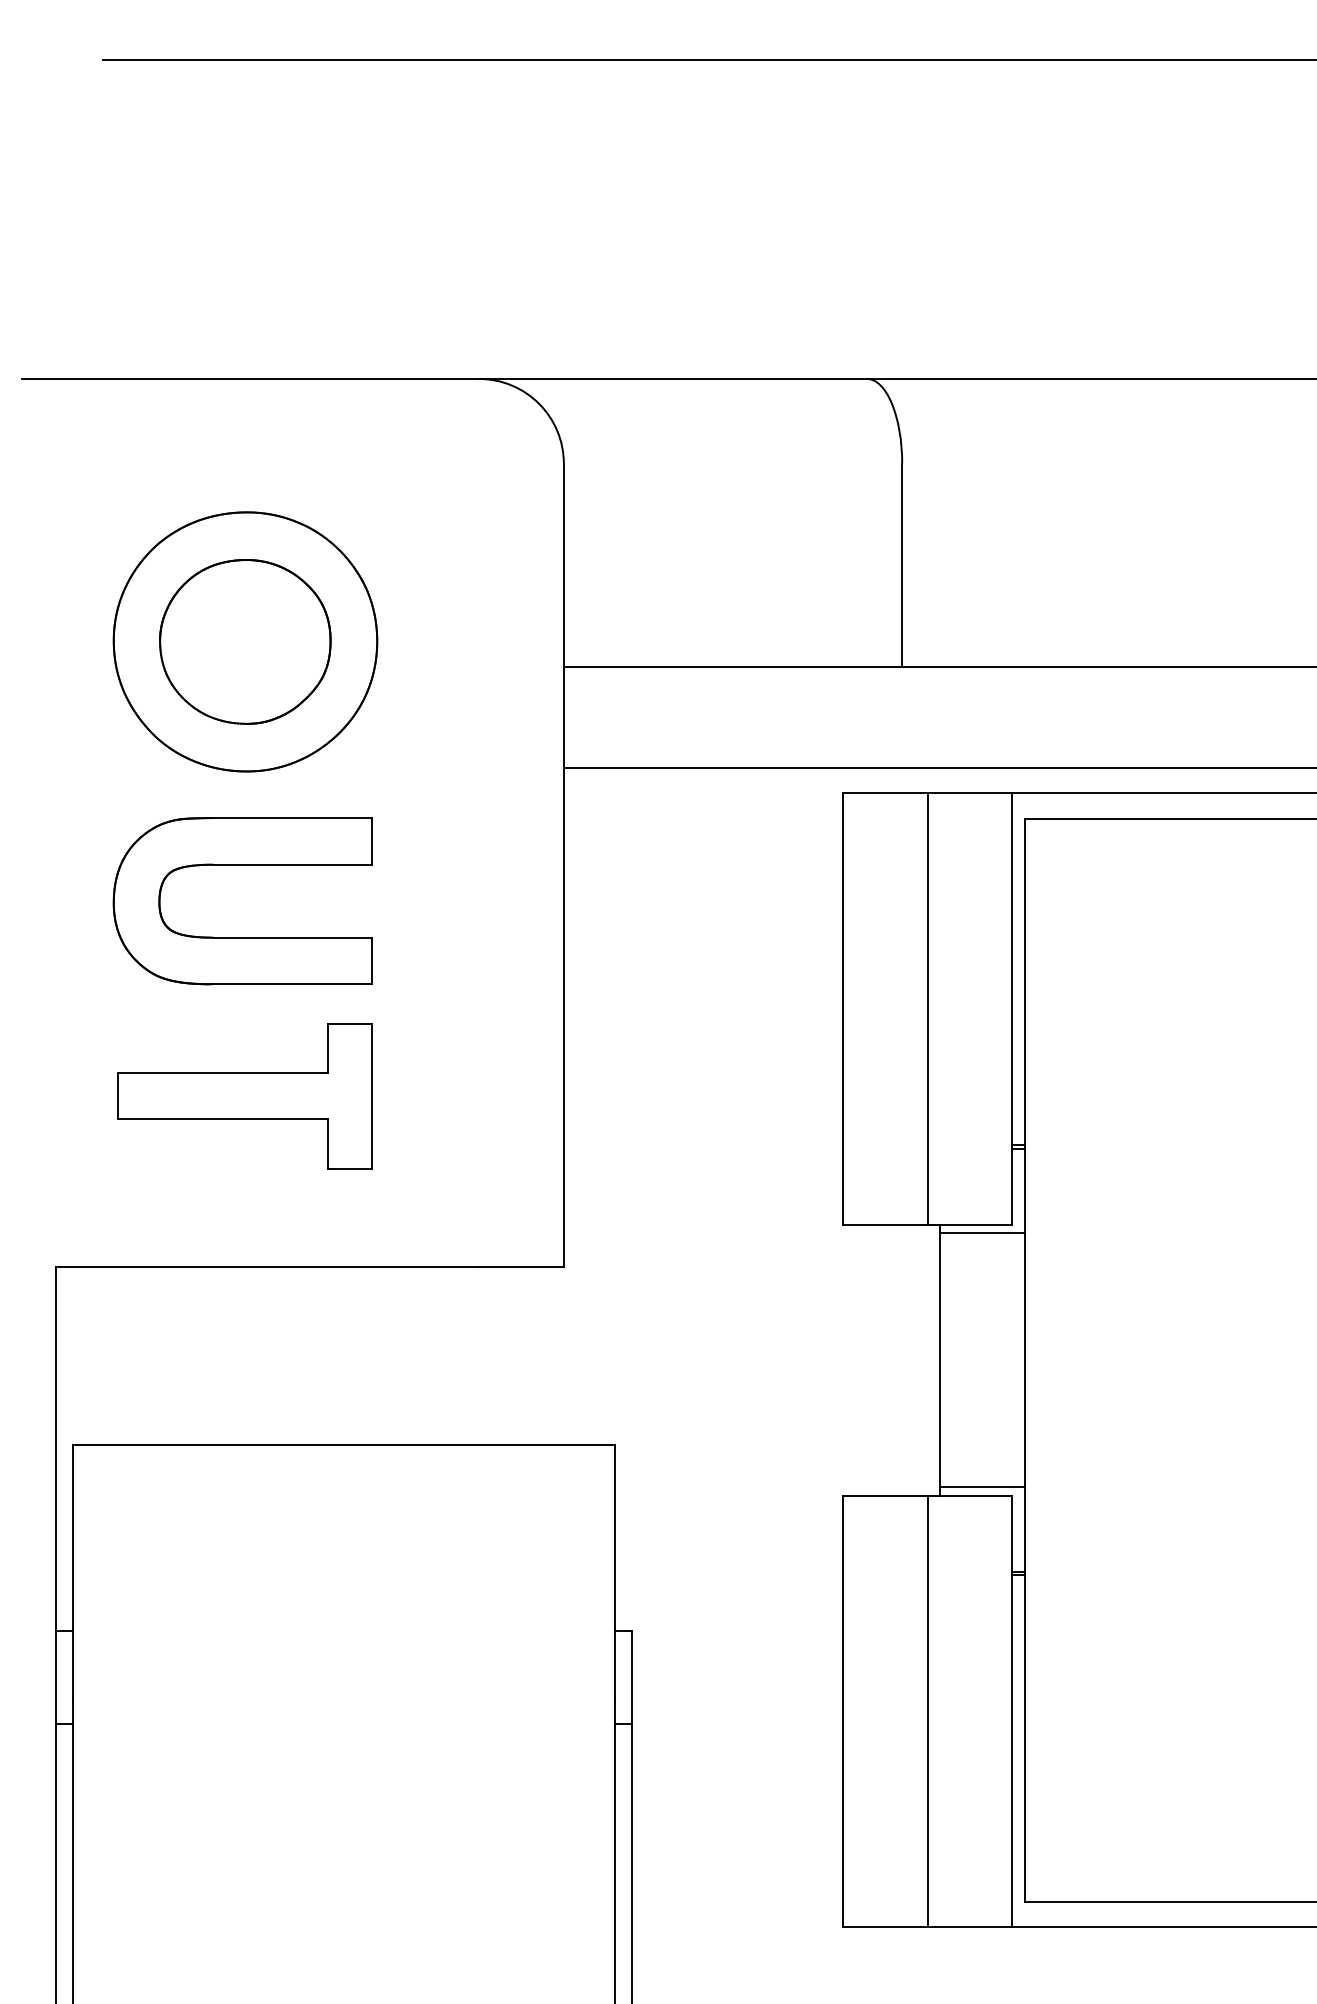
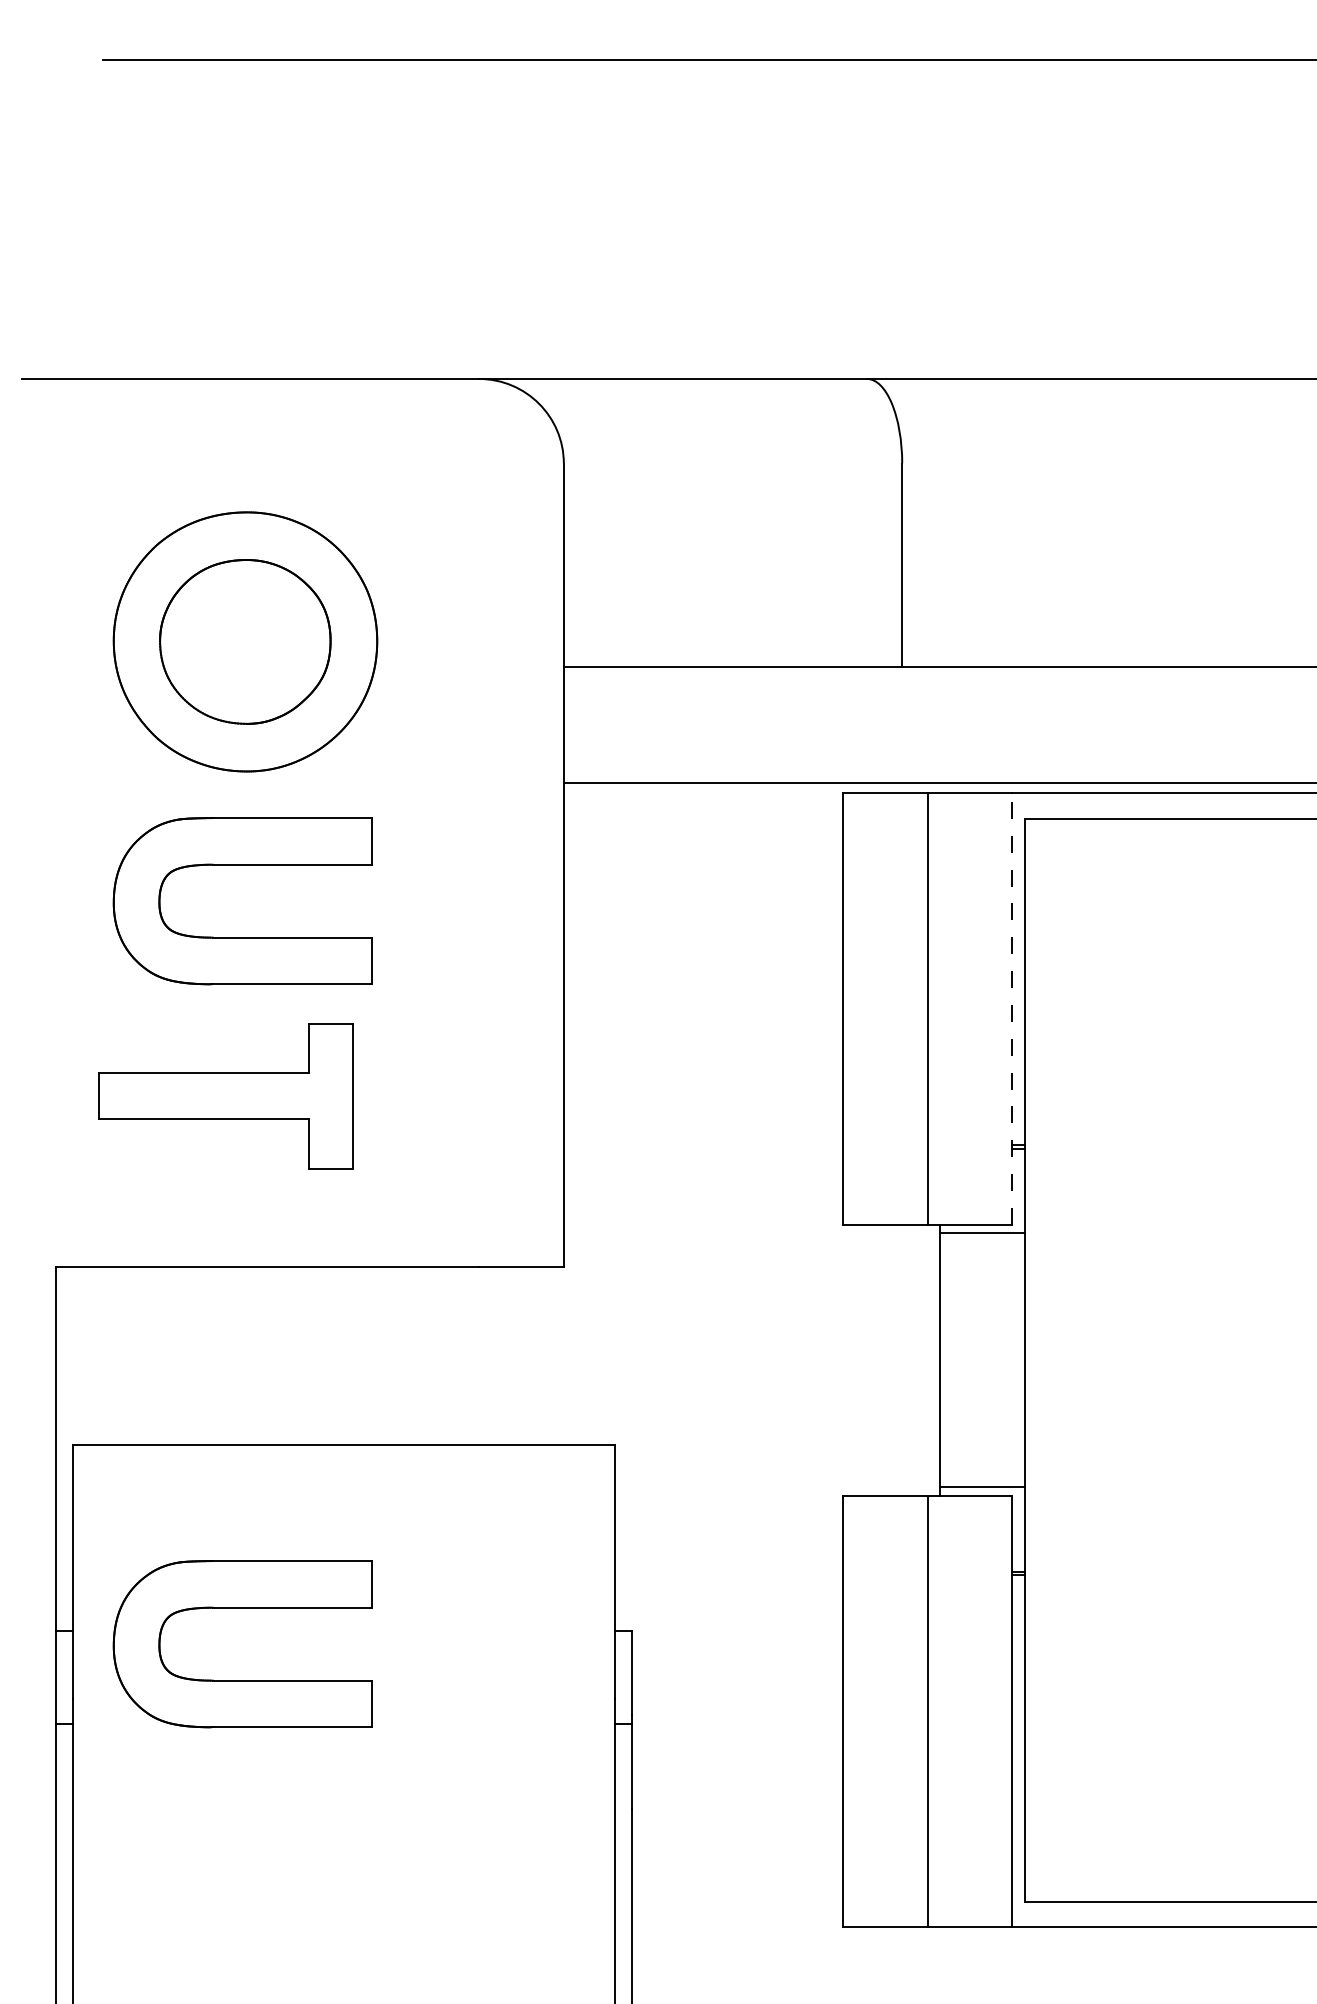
line at (938, 768) position: (938, 768) -> (938, 783)
line at (1012, 1009): solid -> dashed
part at (244, 1096) position: (244, 1096) -> (225, 1096)
part at (242, 1608): none -> present
